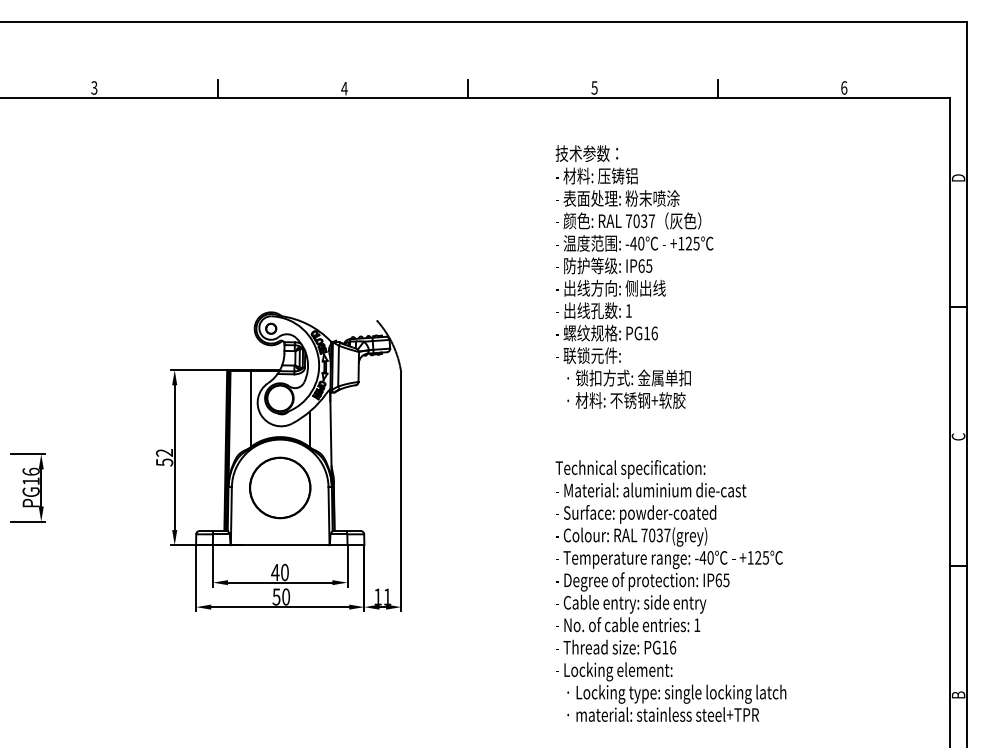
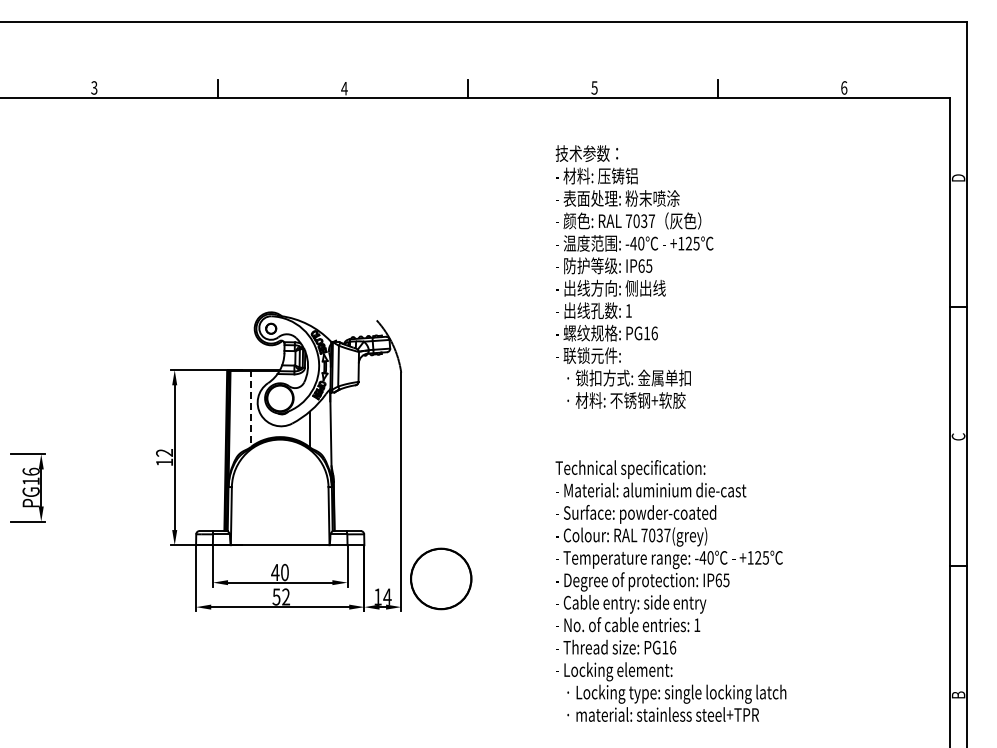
line at (250, 409): solid -> dashed
text at (164, 462): 52 -> 12
part at (280, 487) position: (280, 487) -> (441, 578)
text at (286, 596): 50 -> 52
text at (387, 596): 11 -> 14
